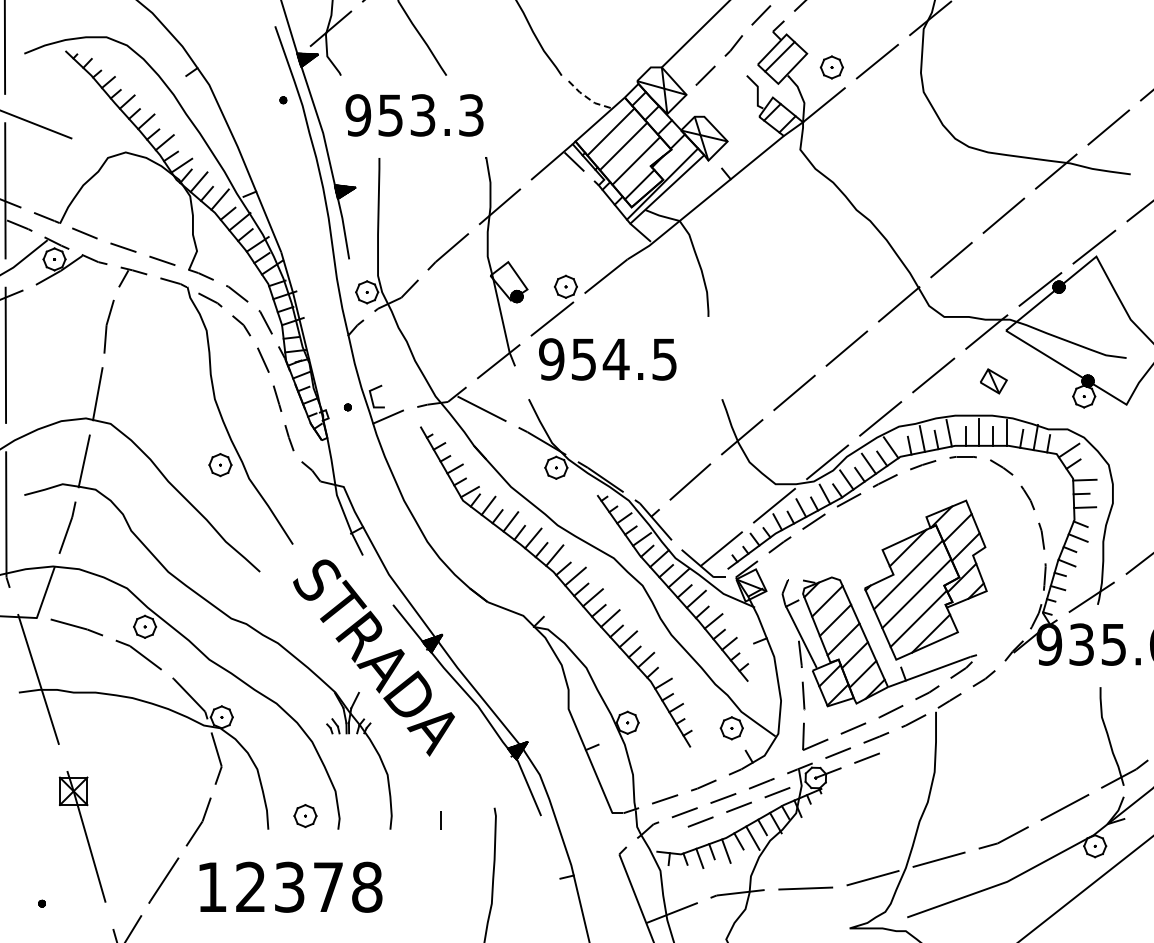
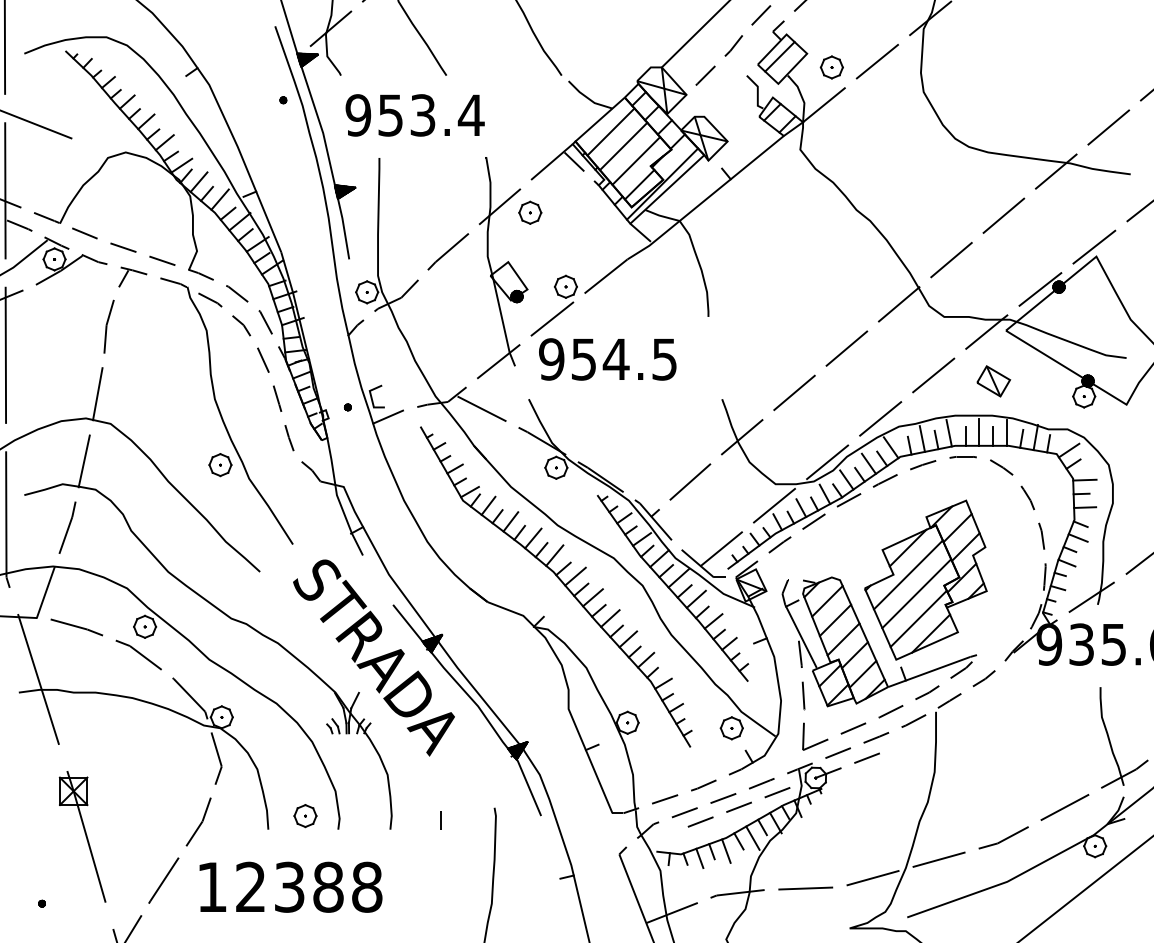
line at (588, 98): dashed -> solid
text at (470, 115): 953.3 -> 953.4
part at (530, 212): none -> present
part at (993, 381) size: 28x27 px -> 36x33 px
text at (328, 886): 12378 -> 12388
